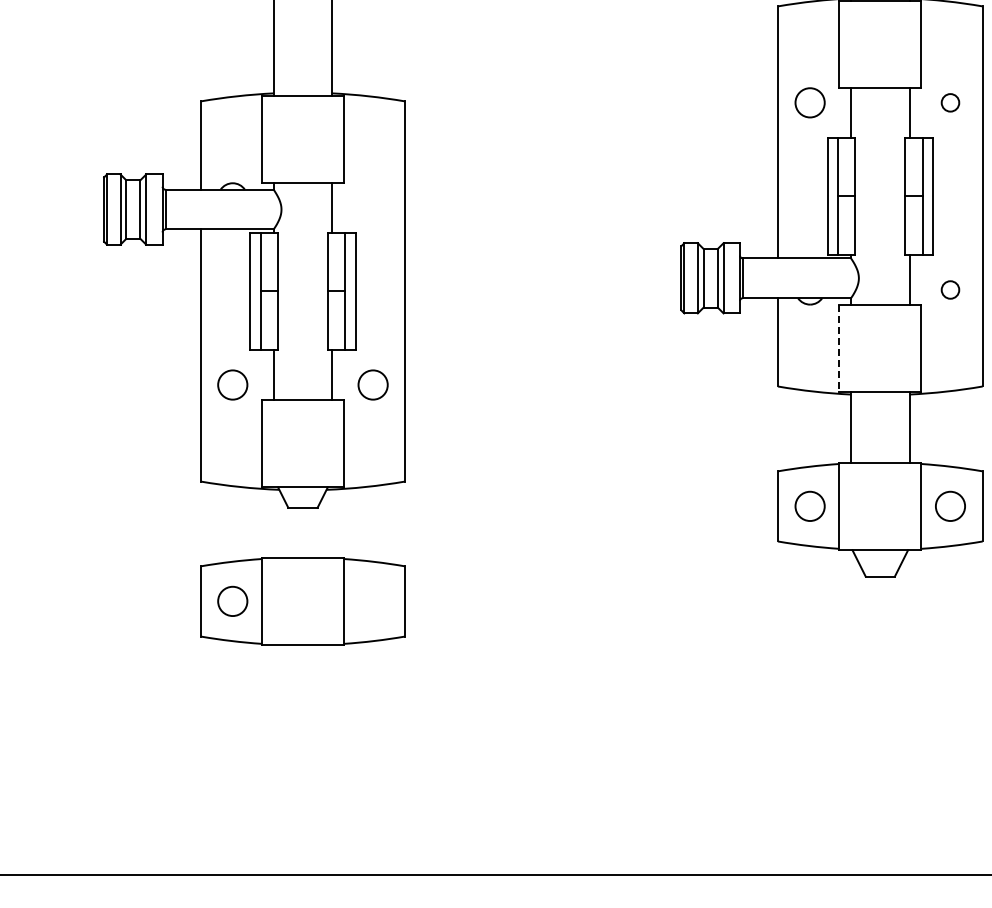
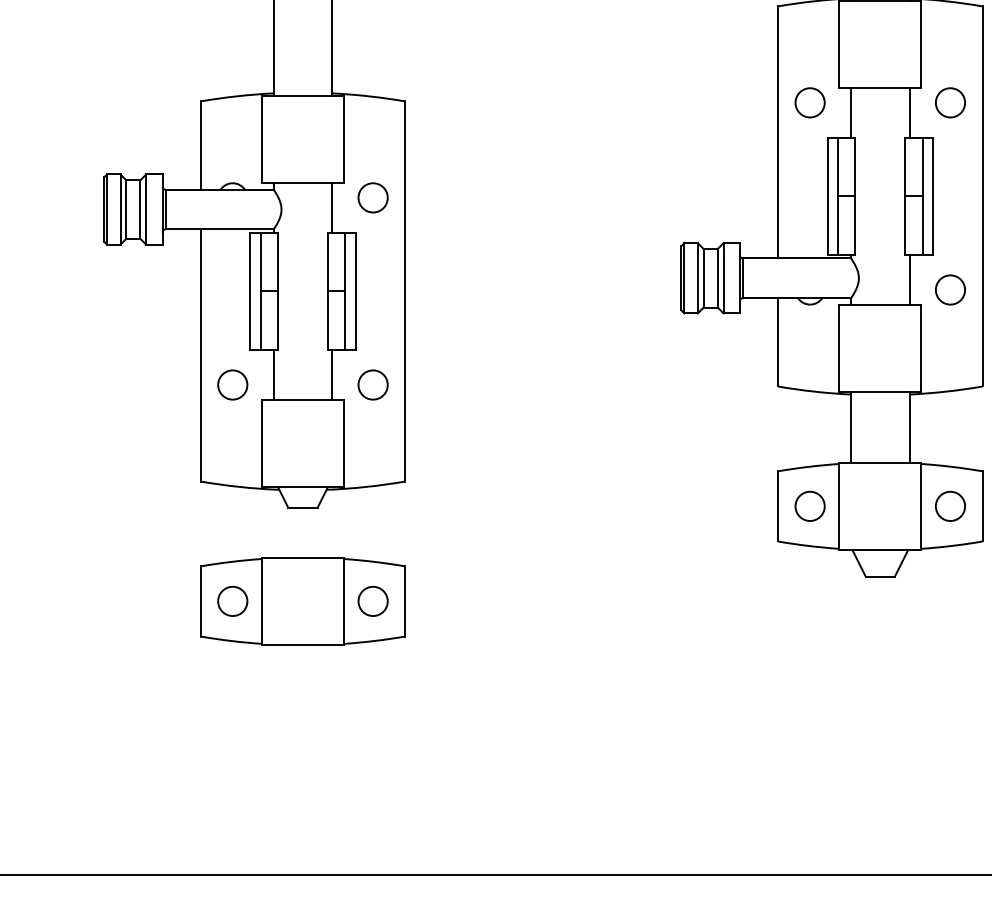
circle at (950, 102) diameter: 18 px -> 29 px
circle at (372, 197): none -> present
circle at (950, 289) diameter: 18 px -> 29 px
line at (839, 348): dashed -> solid
circle at (372, 600): none -> present
